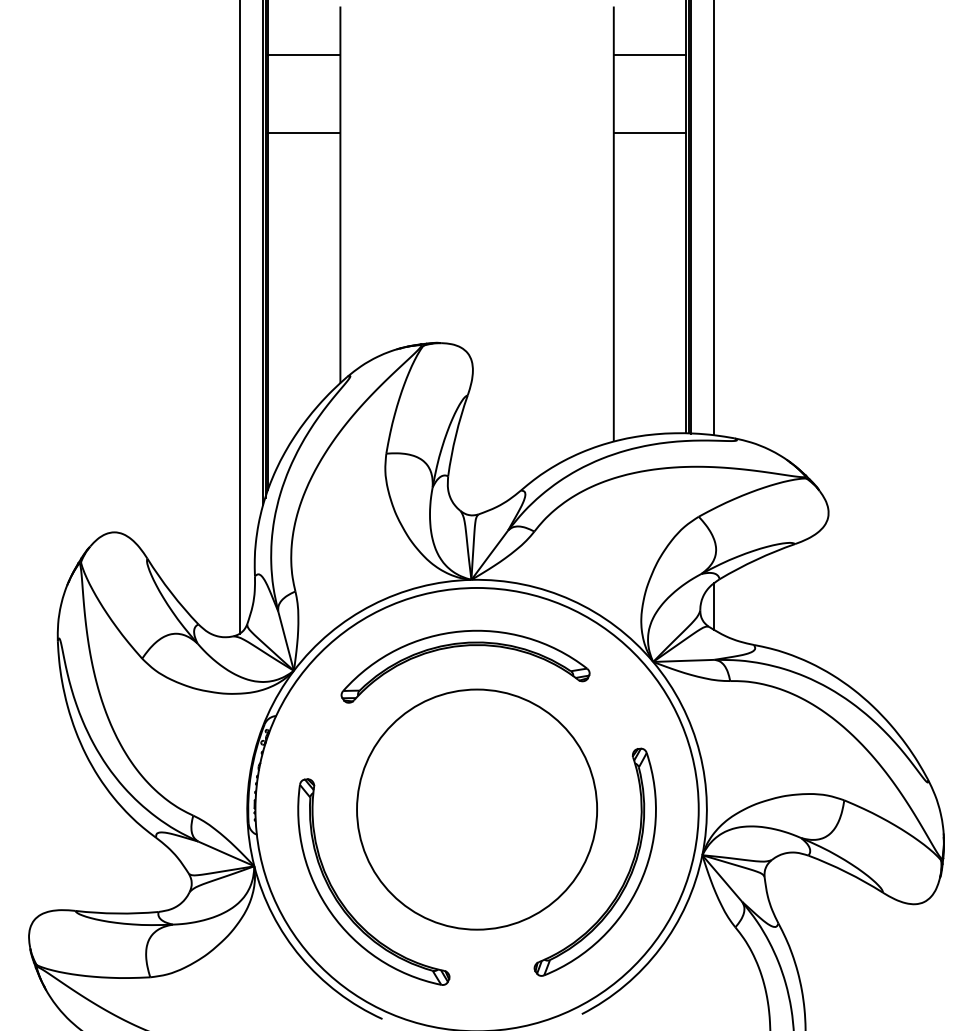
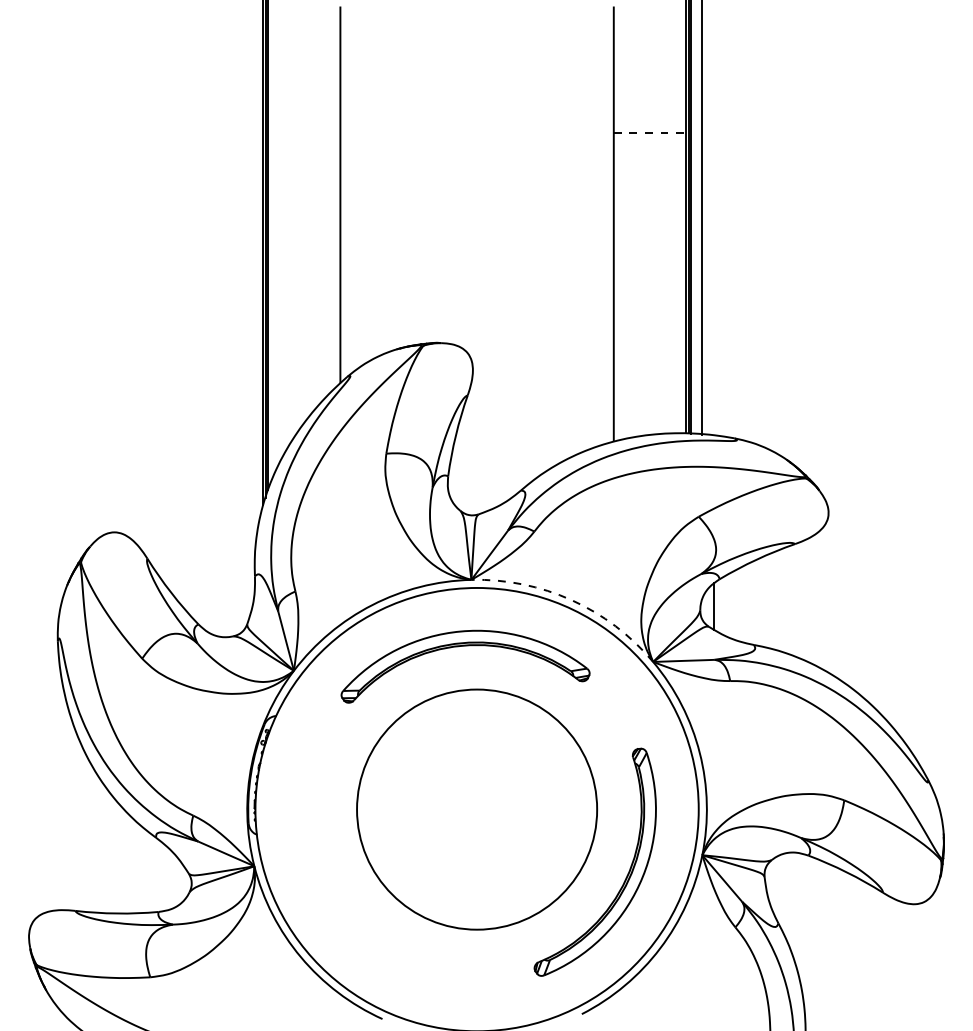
line at (303, 55): present -> none
line at (649, 55): present -> none
line at (303, 133): present -> none
line at (650, 133): solid -> dashed
line at (714, 218) position: (714, 218) -> (702, 218)
line at (239, 317): present -> none
arc at (571, 600): solid -> dashed
part at (343, 903): present -> none
